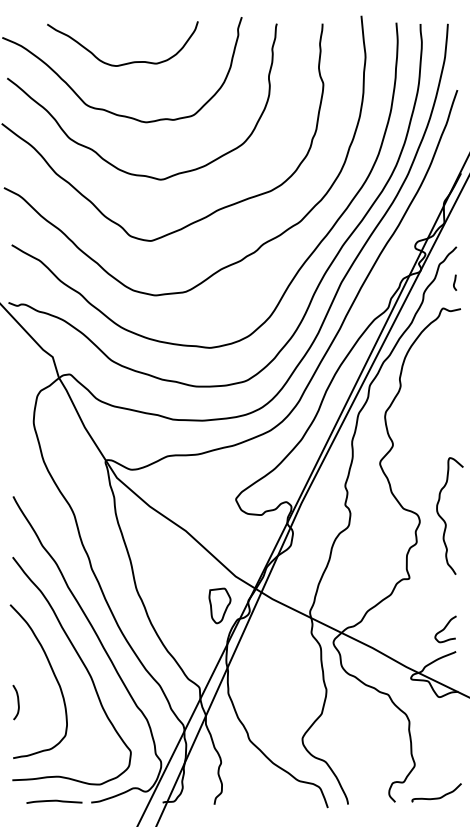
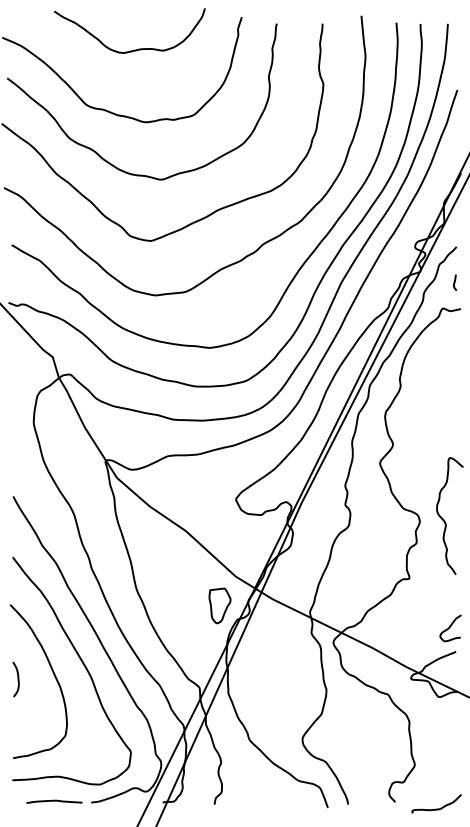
curve at (127, 62) position: (127, 62) -> (134, 49)
curve at (445, 628) position: (445, 628) -> (450, 627)
curve at (17, 702) position: (17, 702) -> (17, 679)
curve at (436, 797) position: (436, 797) -> (436, 808)
